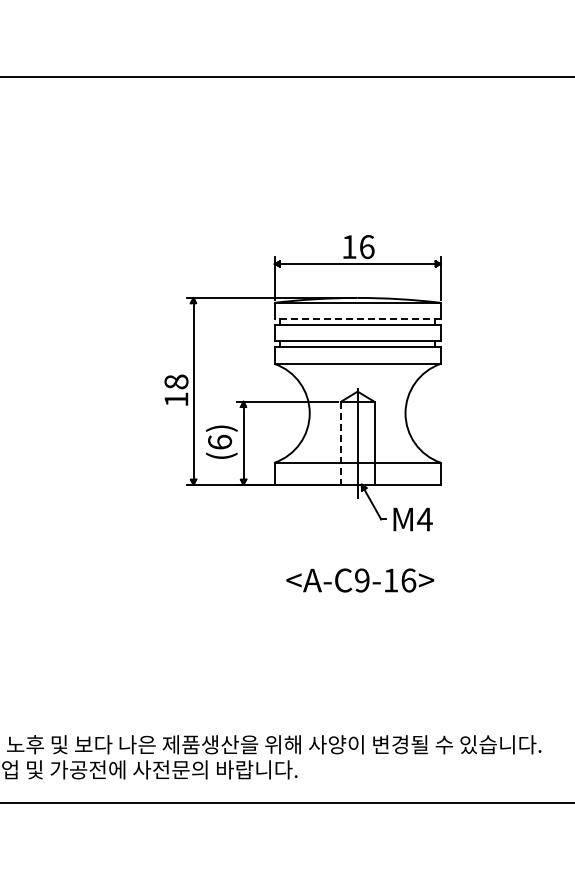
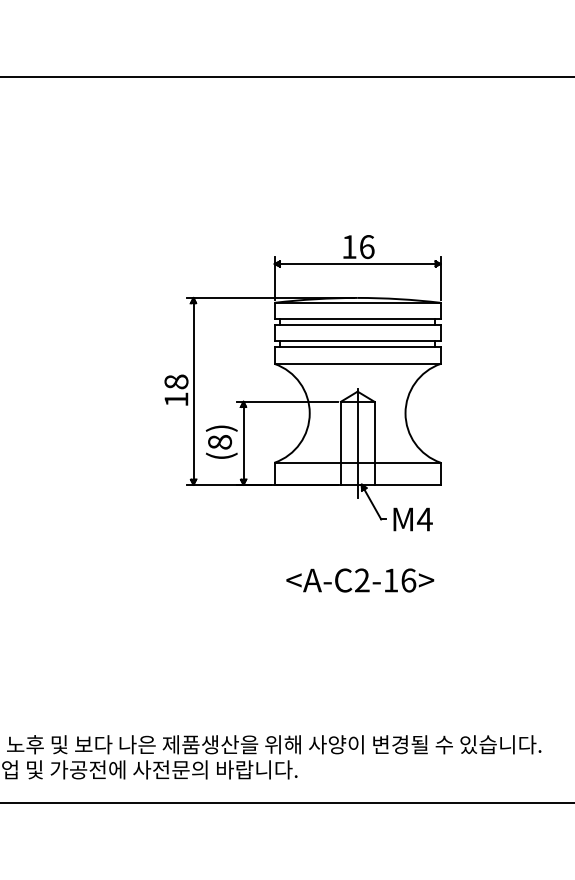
line at (357, 319): dashed -> solid
text at (219, 441): (6) -> (8)
line at (340, 443): dashed -> solid
text at (362, 580): <A-C9-16> -> <A-C2-16>
